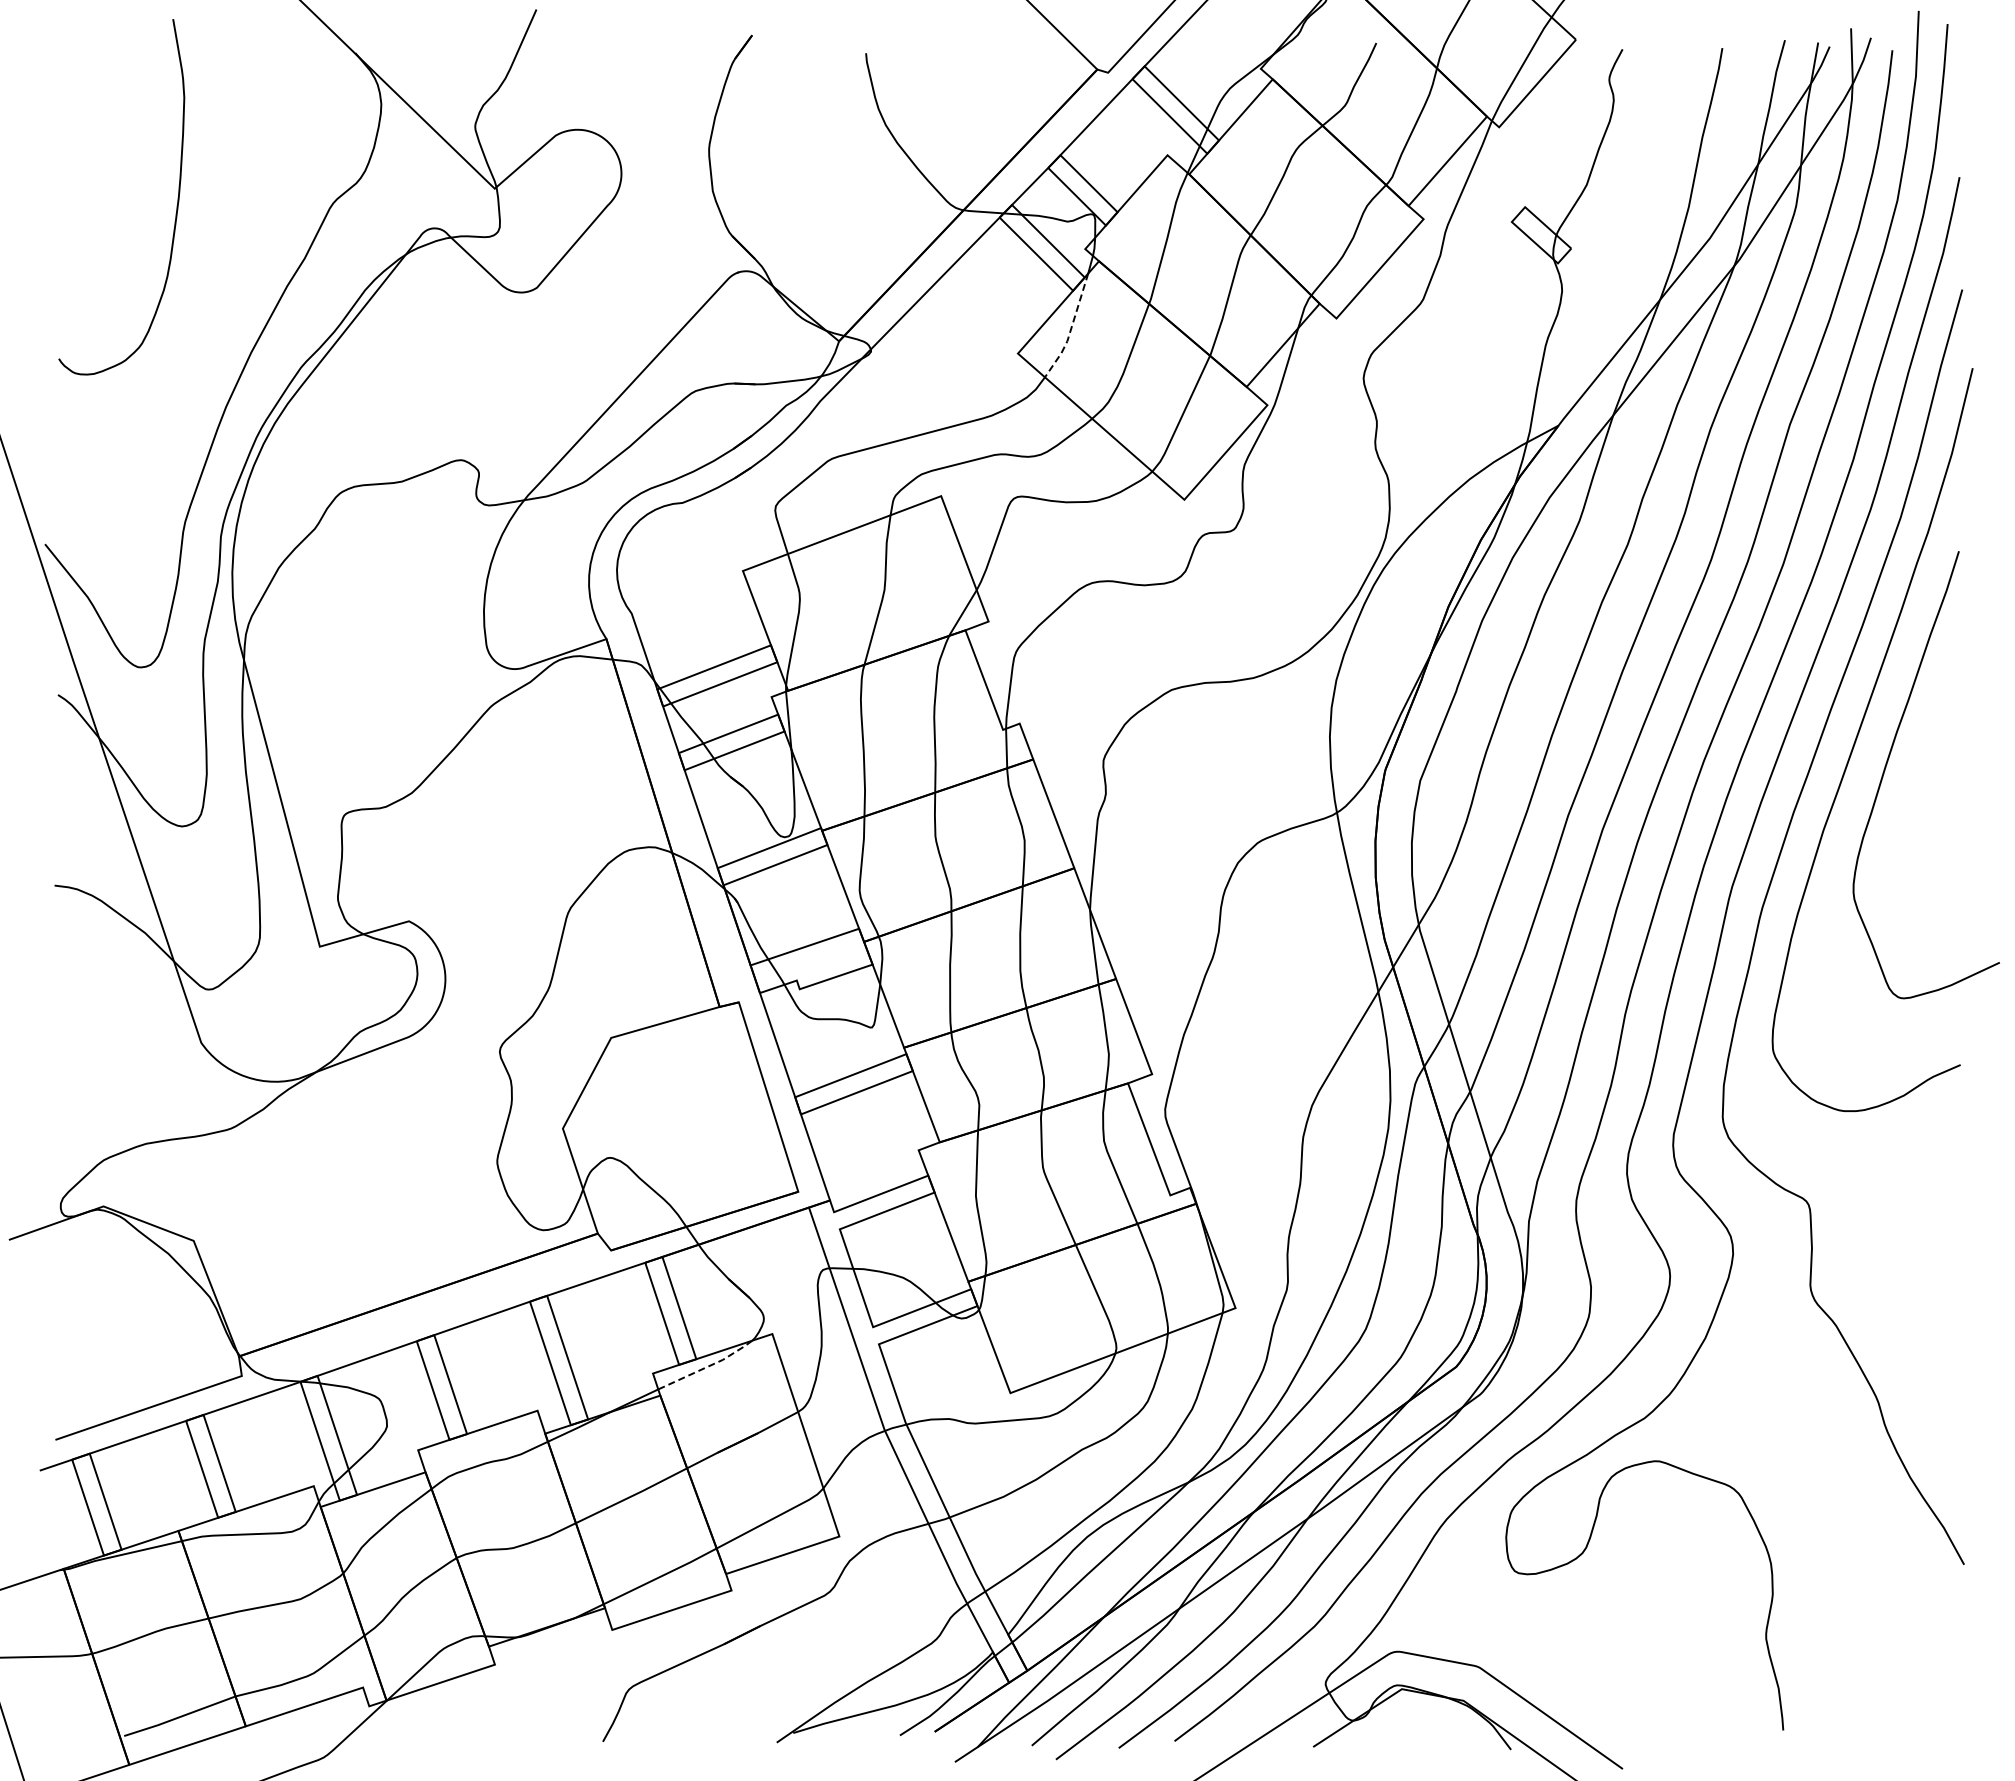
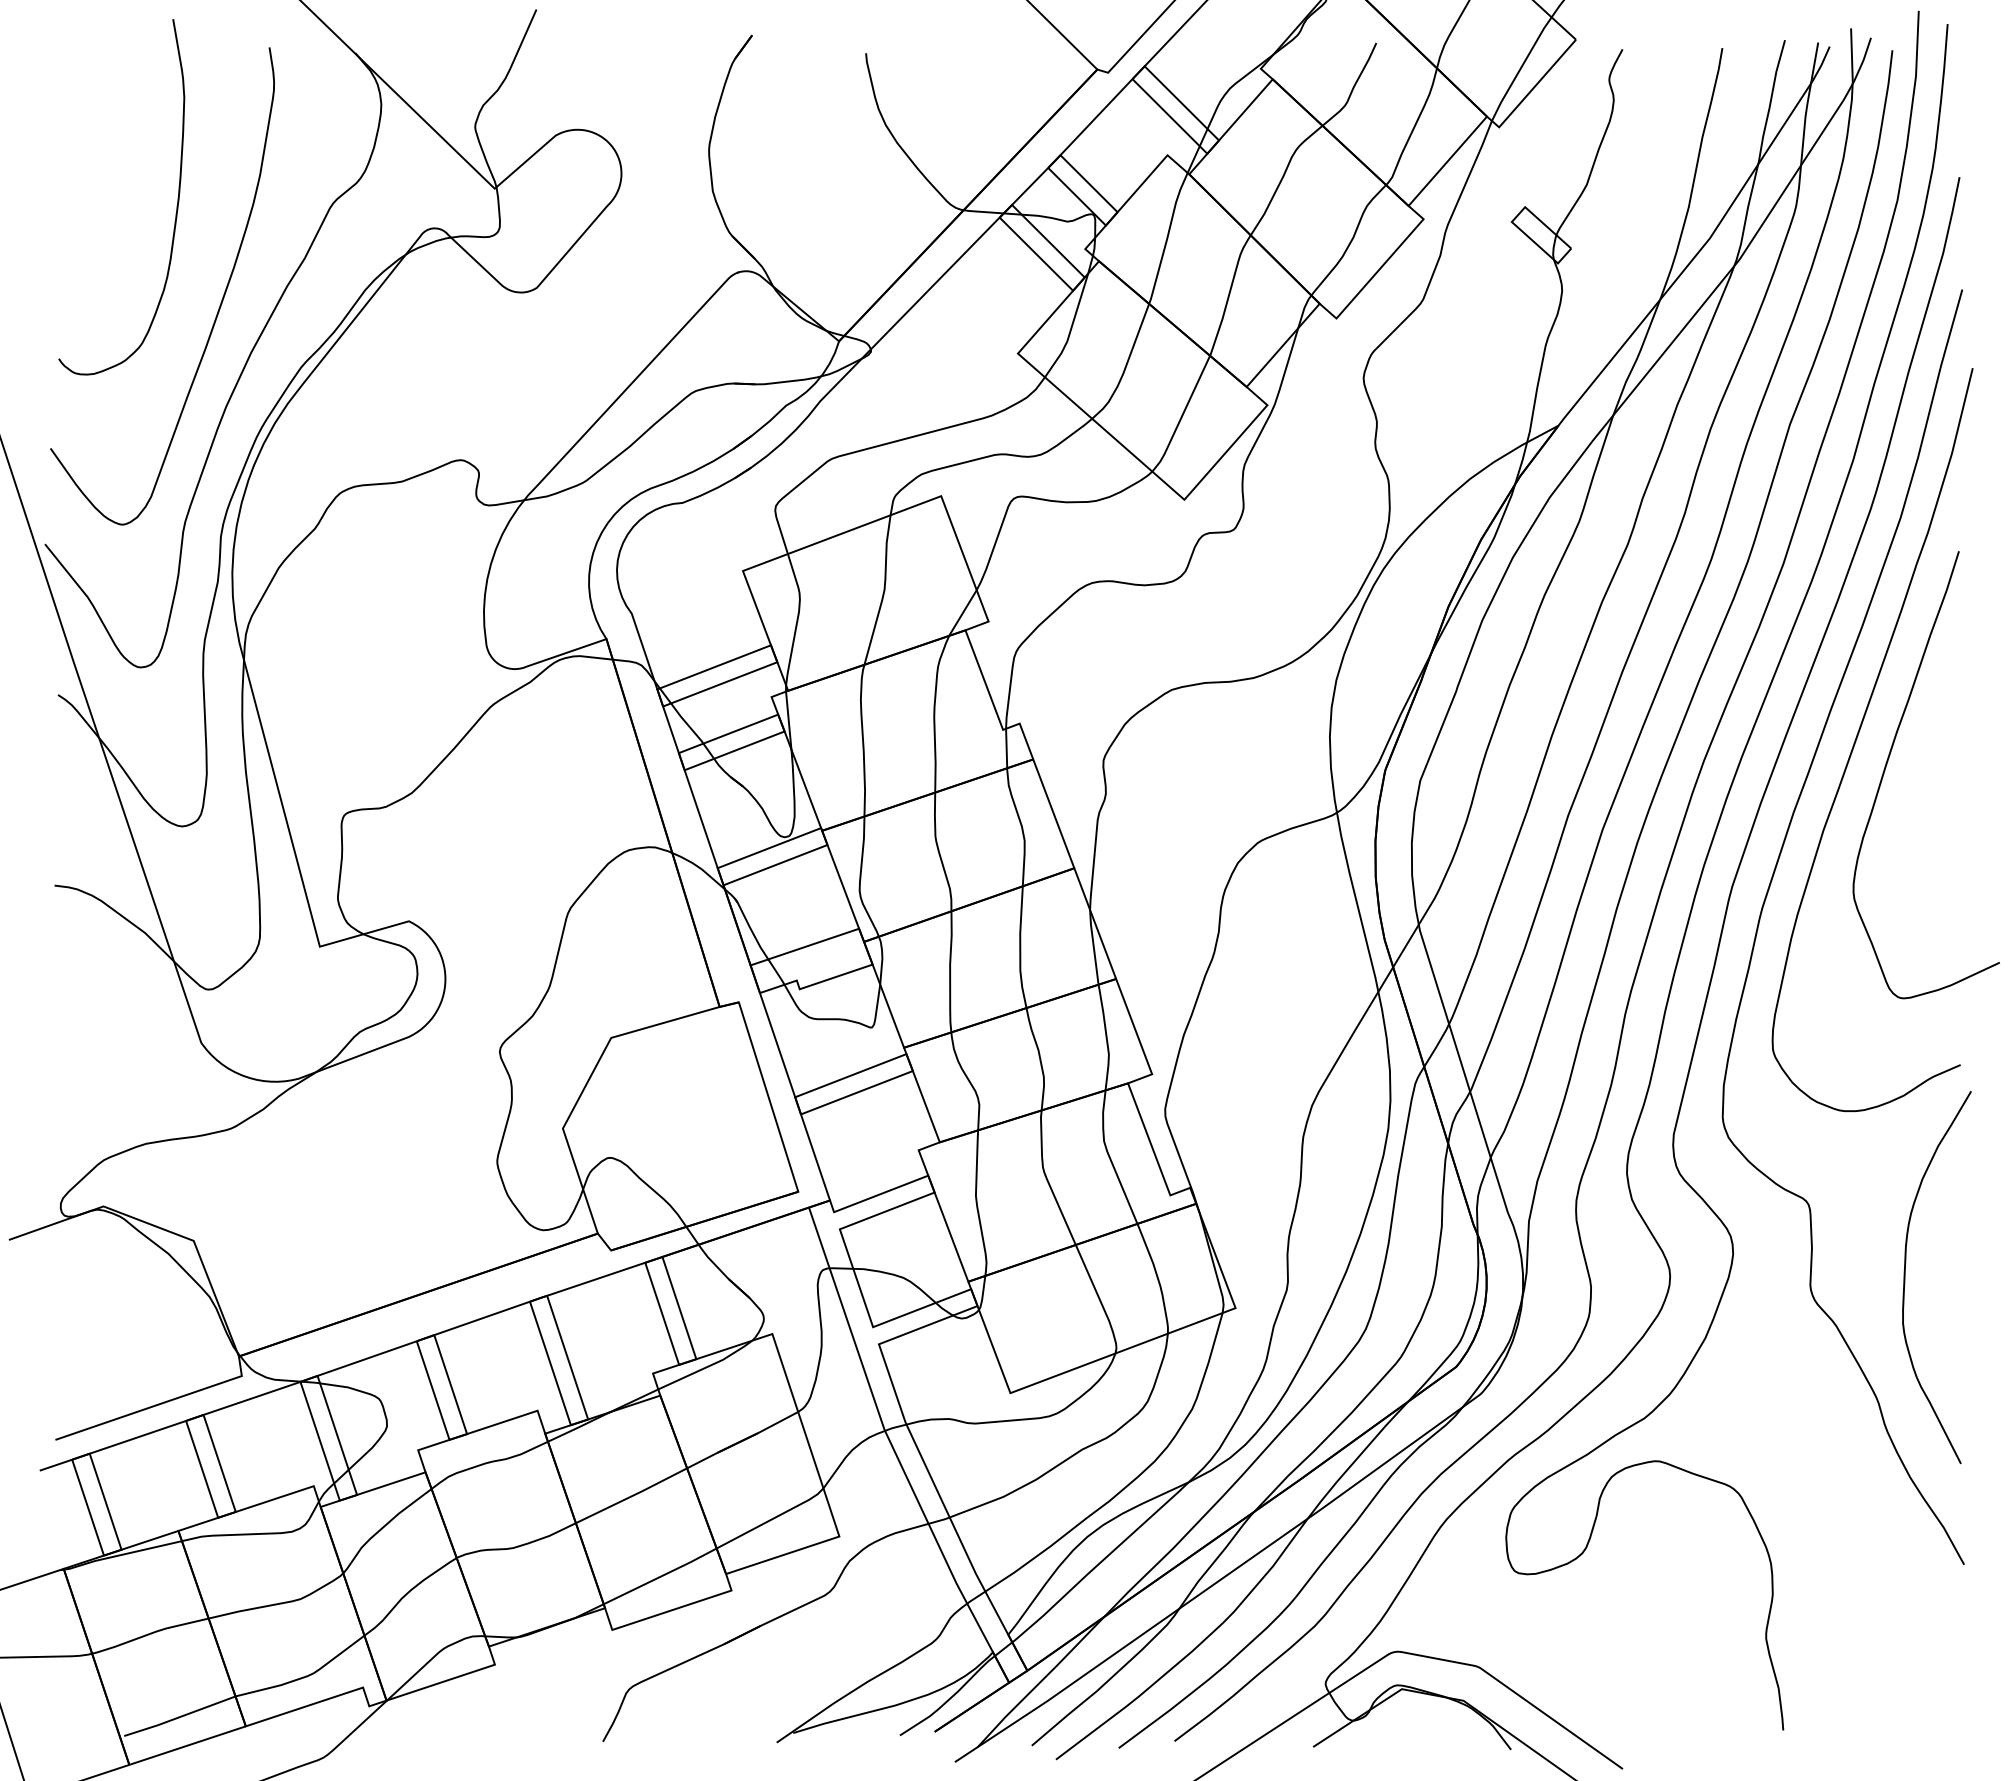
curve at (219, 305): none -> present
line at (1070, 329): dashed -> solid
curve at (1905, 1277): none -> present
line at (707, 1366): dashed -> solid
